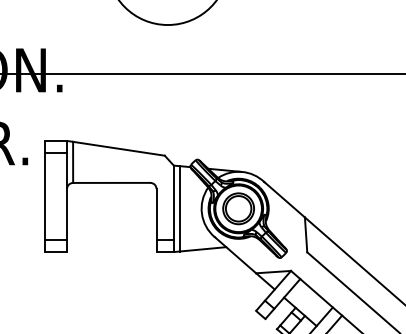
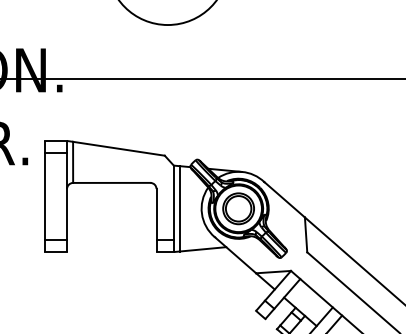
line at (202, 73) position: (202, 73) -> (202, 78)
